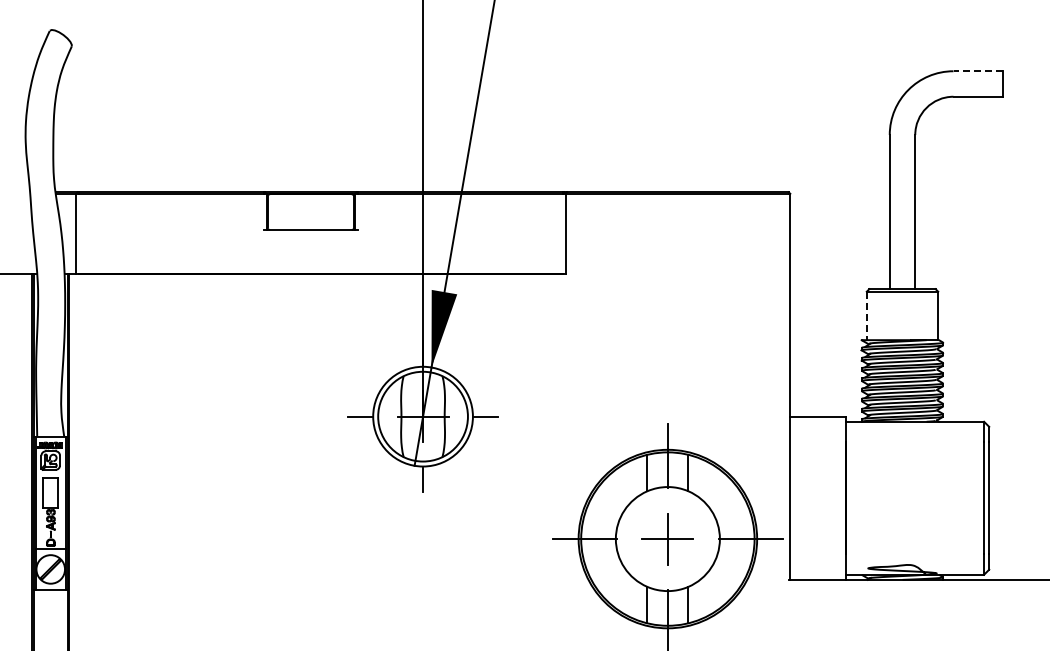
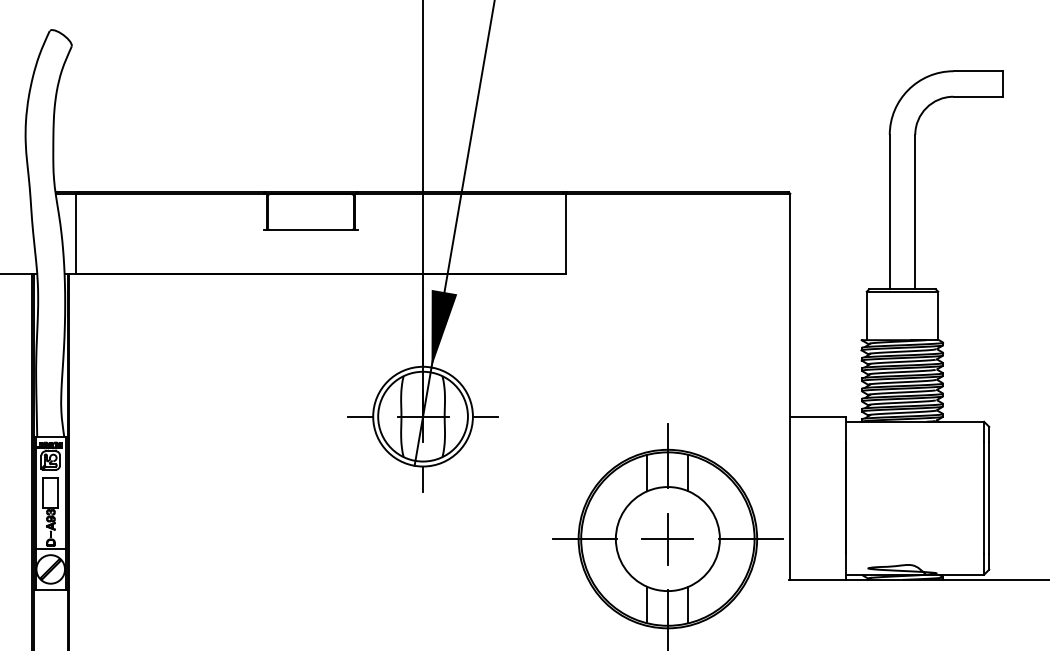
line at (978, 71): dashed -> solid
line at (866, 316): dashed -> solid
